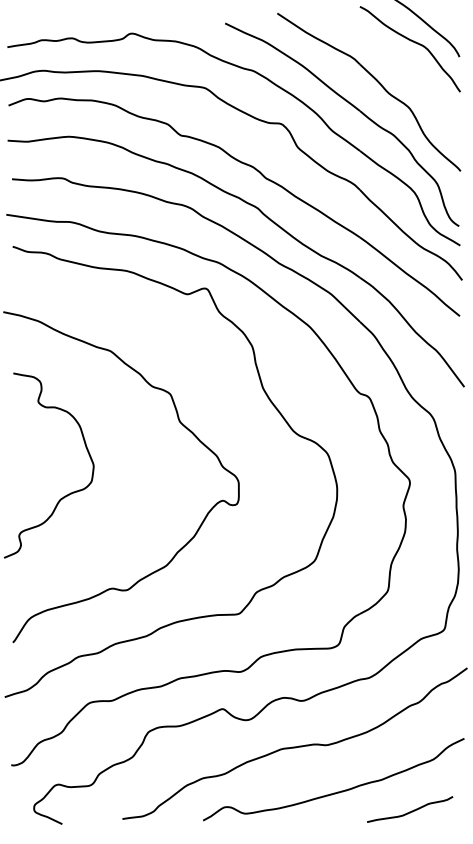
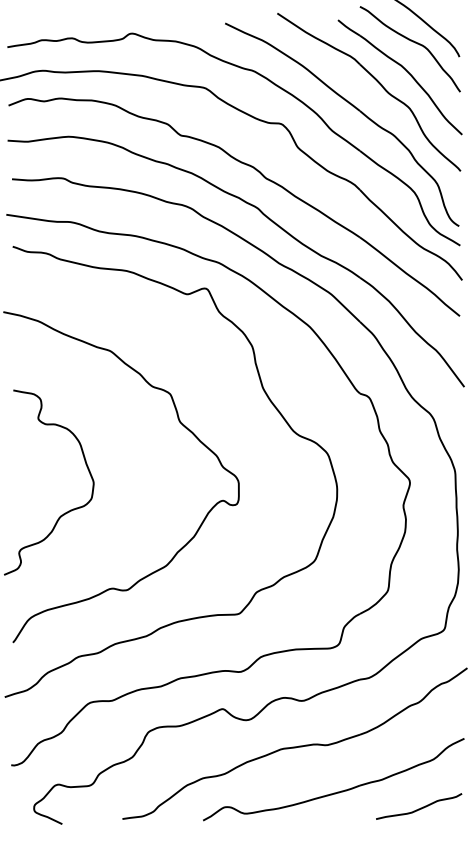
part at (405, 70): none -> present
curve at (68, 493) position: (68, 493) -> (68, 510)
curve at (411, 810) position: (411, 810) -> (420, 807)
